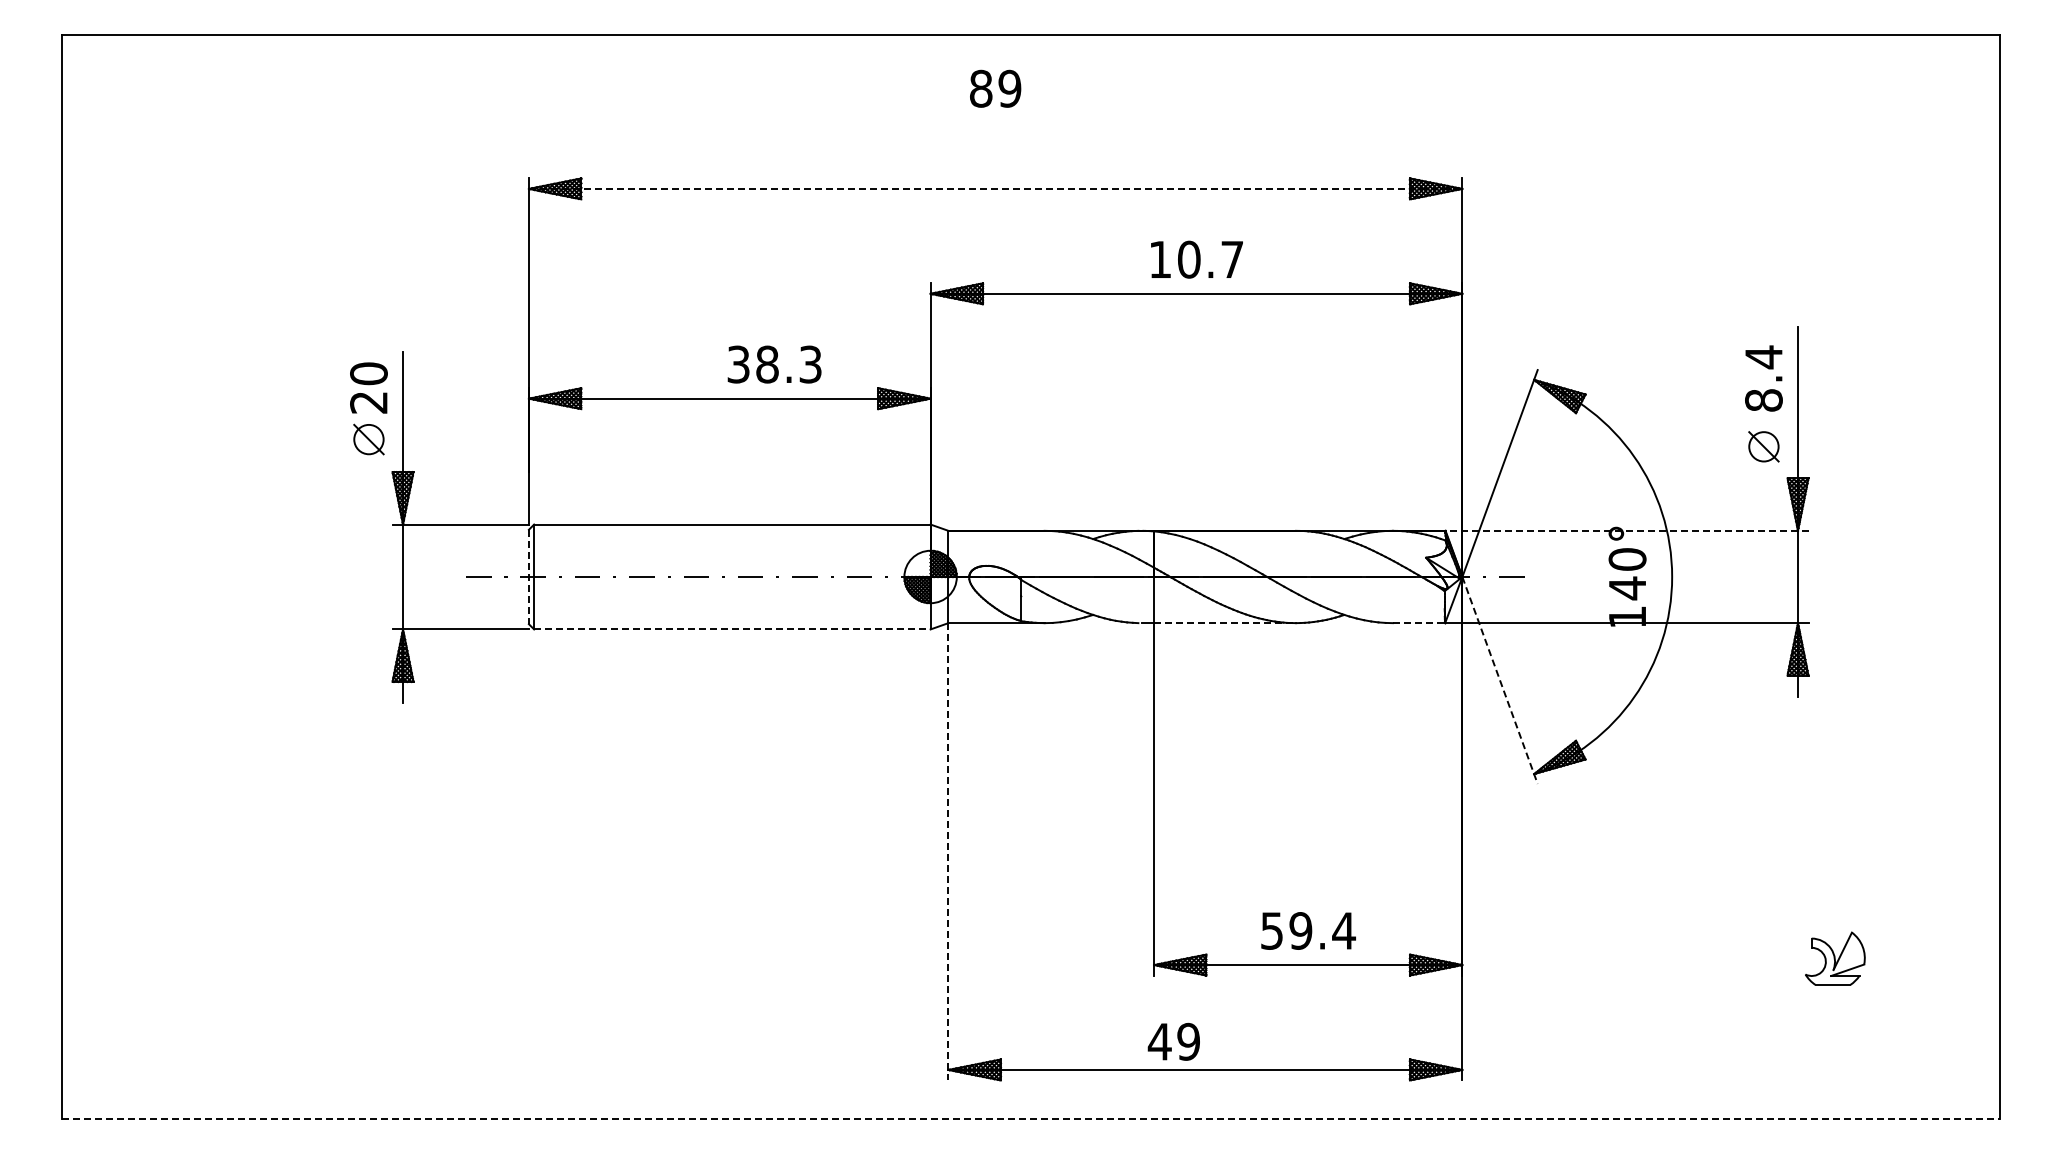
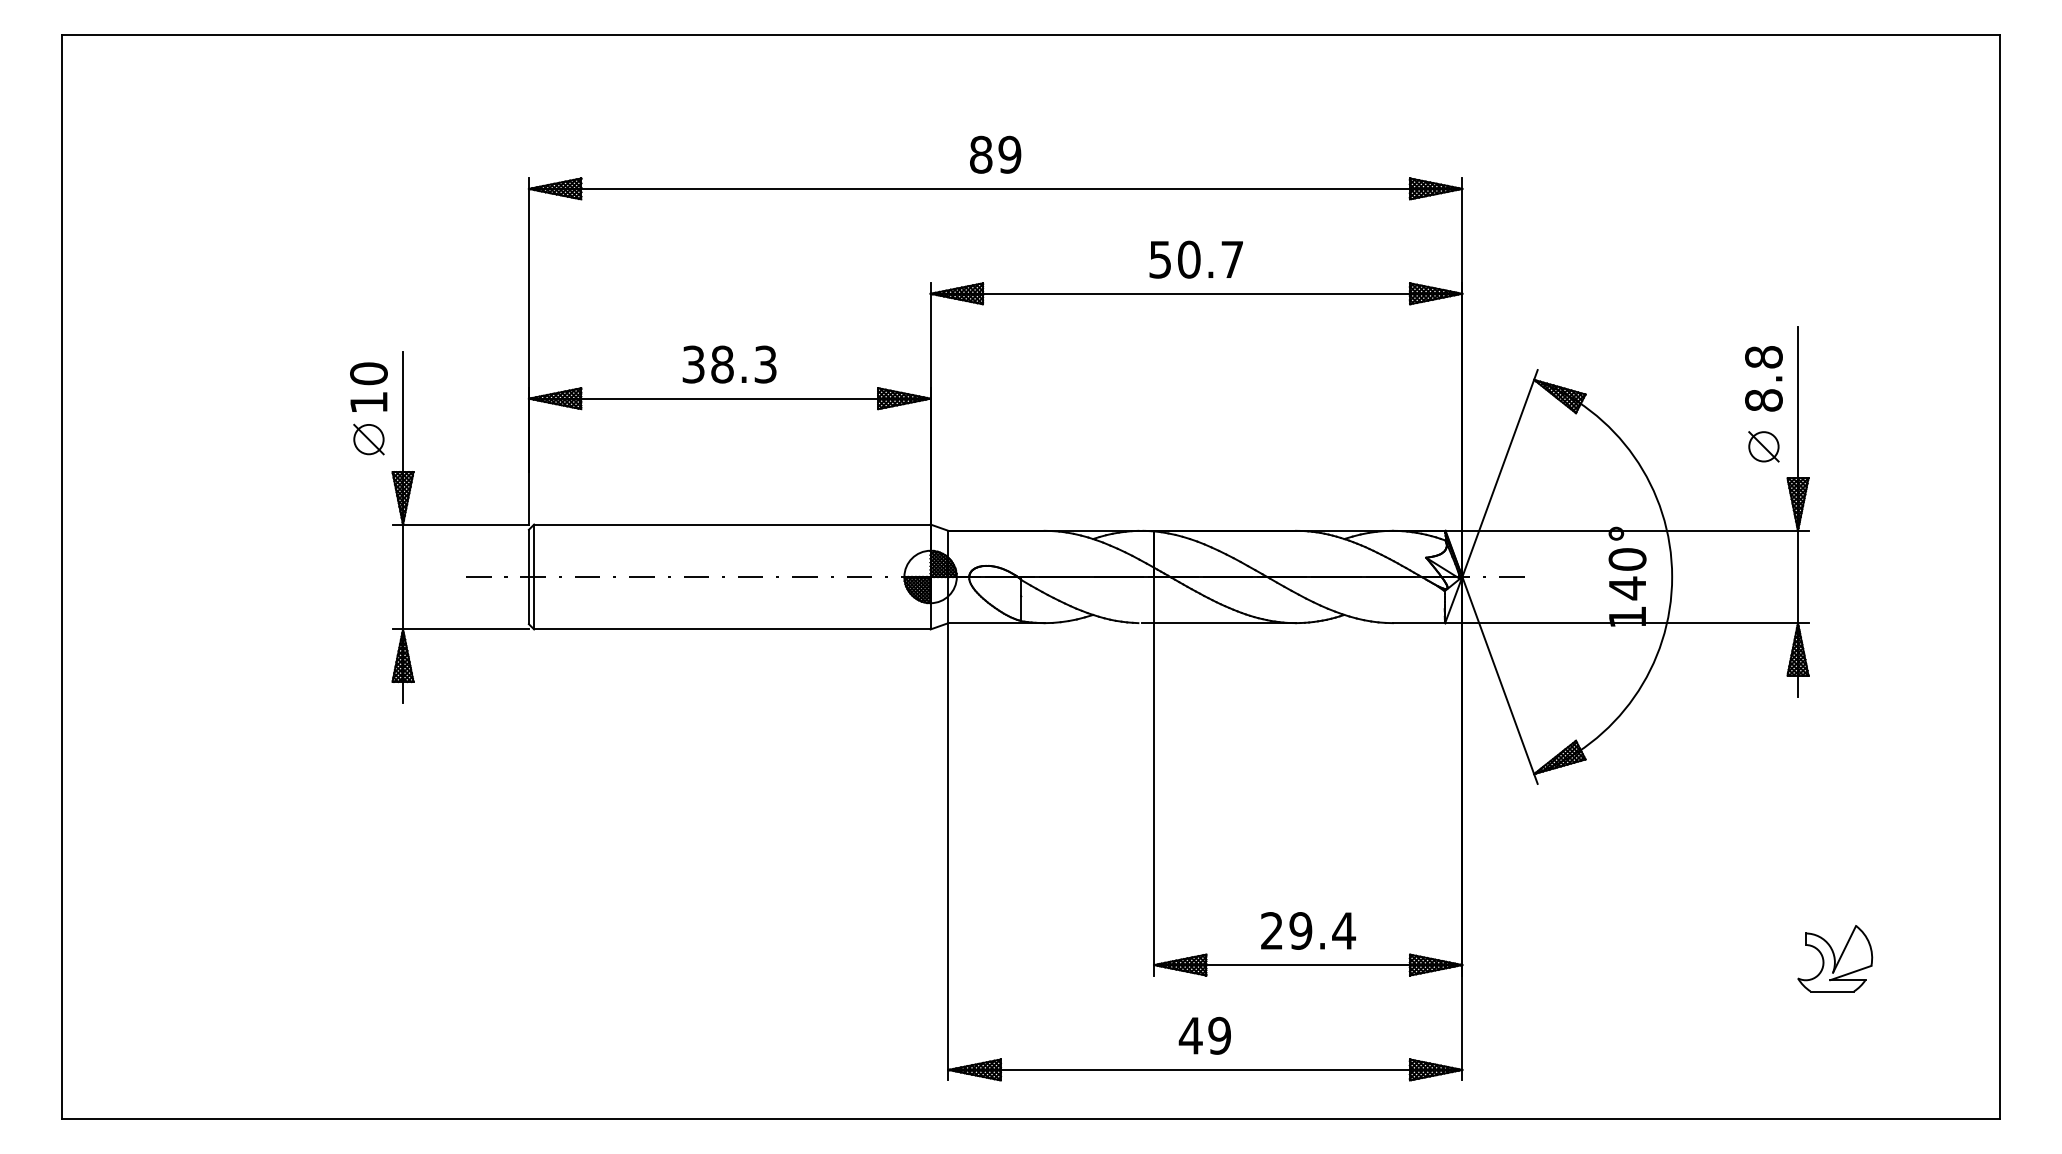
text at (995, 88) position: (995, 88) -> (995, 154)
line at (995, 188): dashed -> solid
text at (1159, 259): 10.7 -> 50.7
text at (1763, 357): 8.4 -> 8.8
text at (774, 364) position: (774, 364) -> (729, 364)
text at (368, 402): 20 -> 10
line at (1626, 530): dashed -> solid
line at (528, 577): dashed -> solid
line at (1225, 623): dashed -> solid
line at (1419, 623): dashed -> solid
line at (732, 629): dashed -> solid
line at (1500, 680): dashed -> solid
line at (948, 851): dashed -> solid
text at (1271, 930): 59.4 -> 29.4
part at (1835, 958) size: 61x55 px -> 77x68 px
text at (1173, 1041) position: (1173, 1041) -> (1204, 1035)
line at (1031, 1119): dashed -> solid
